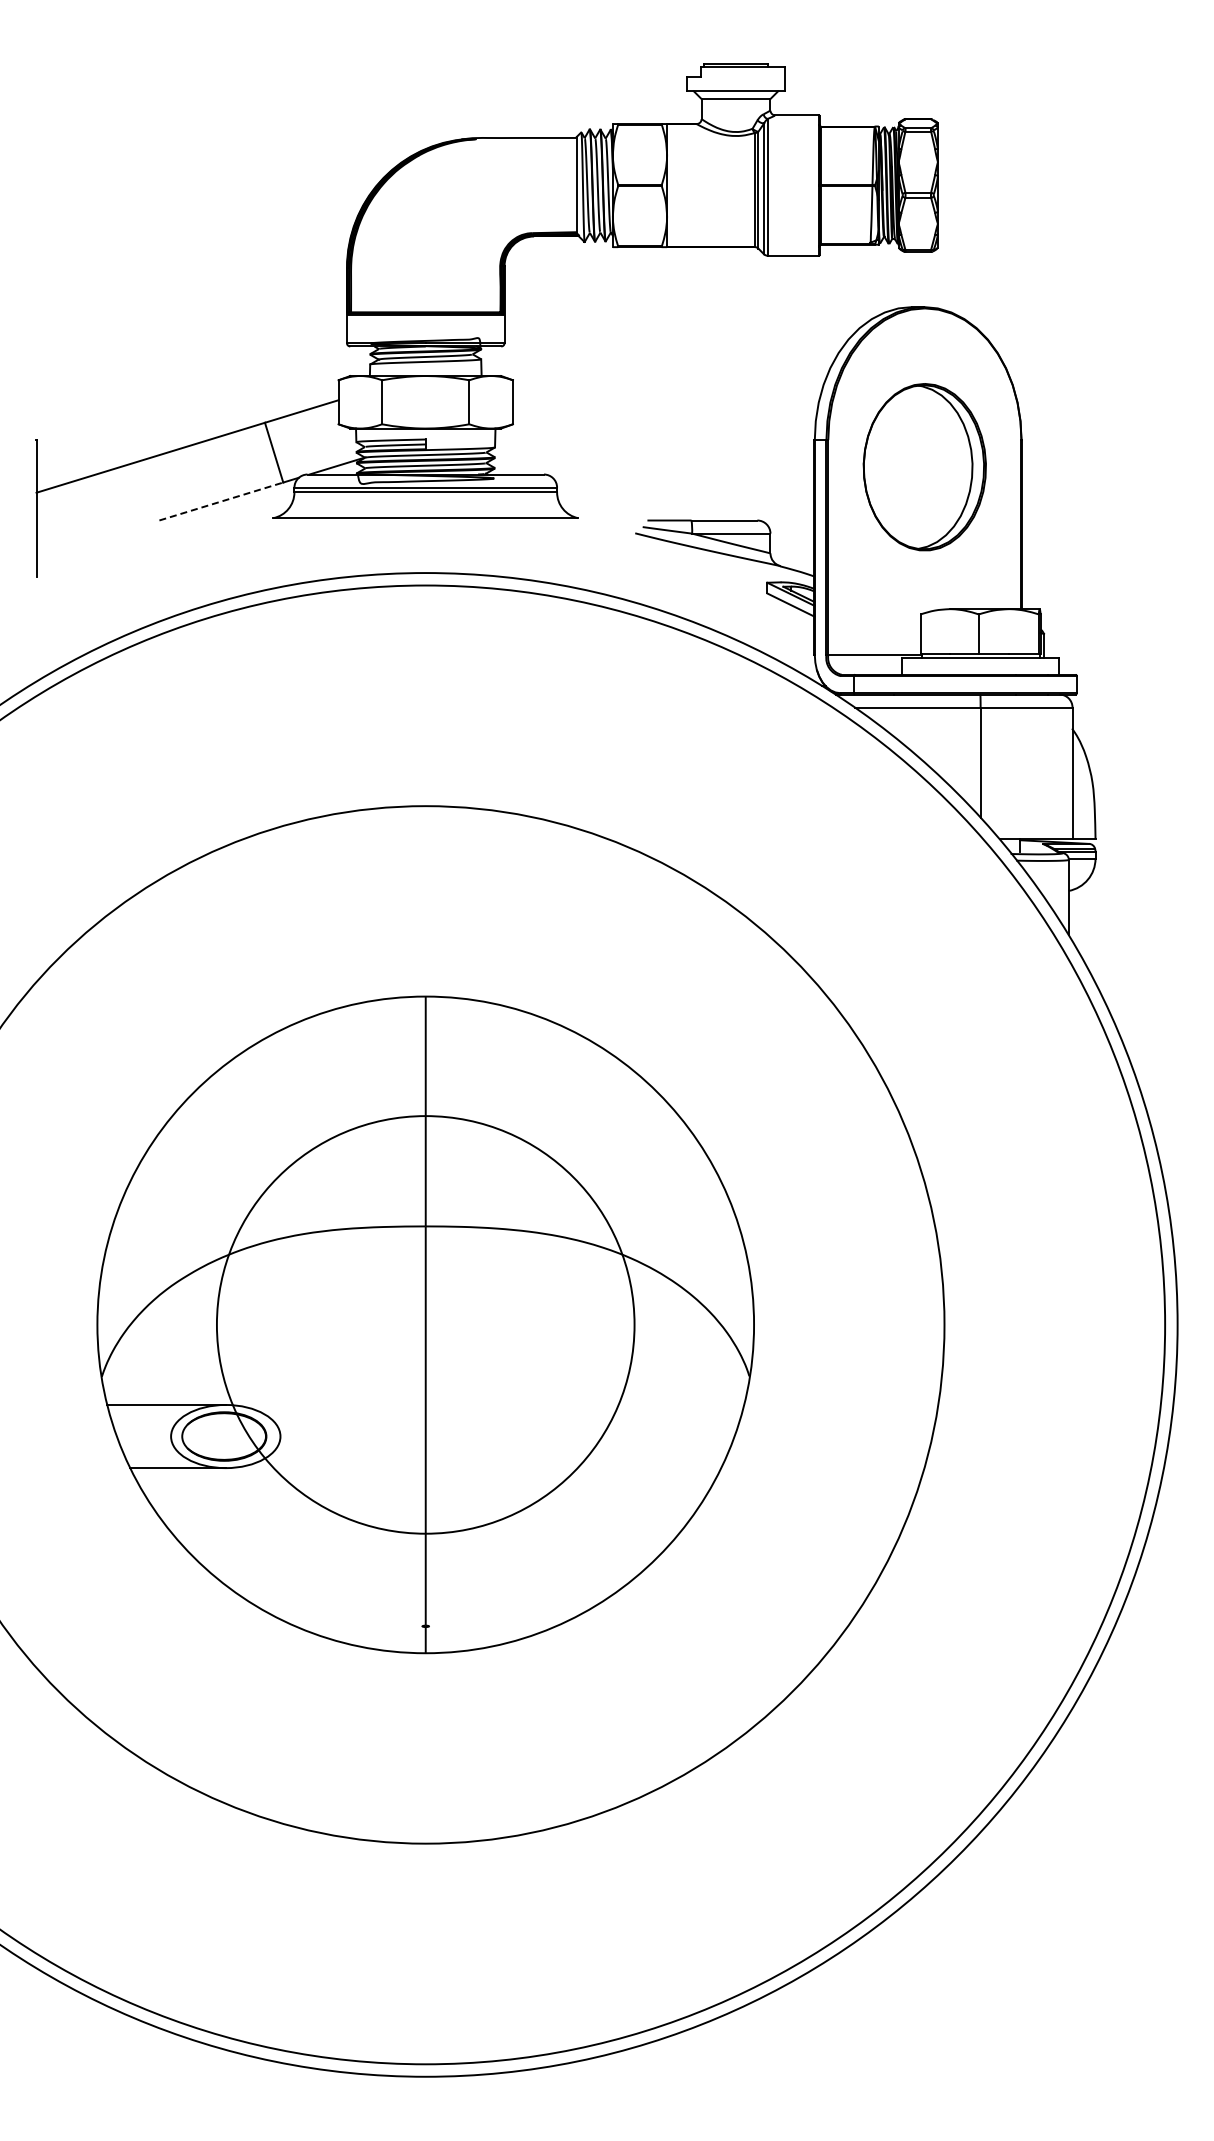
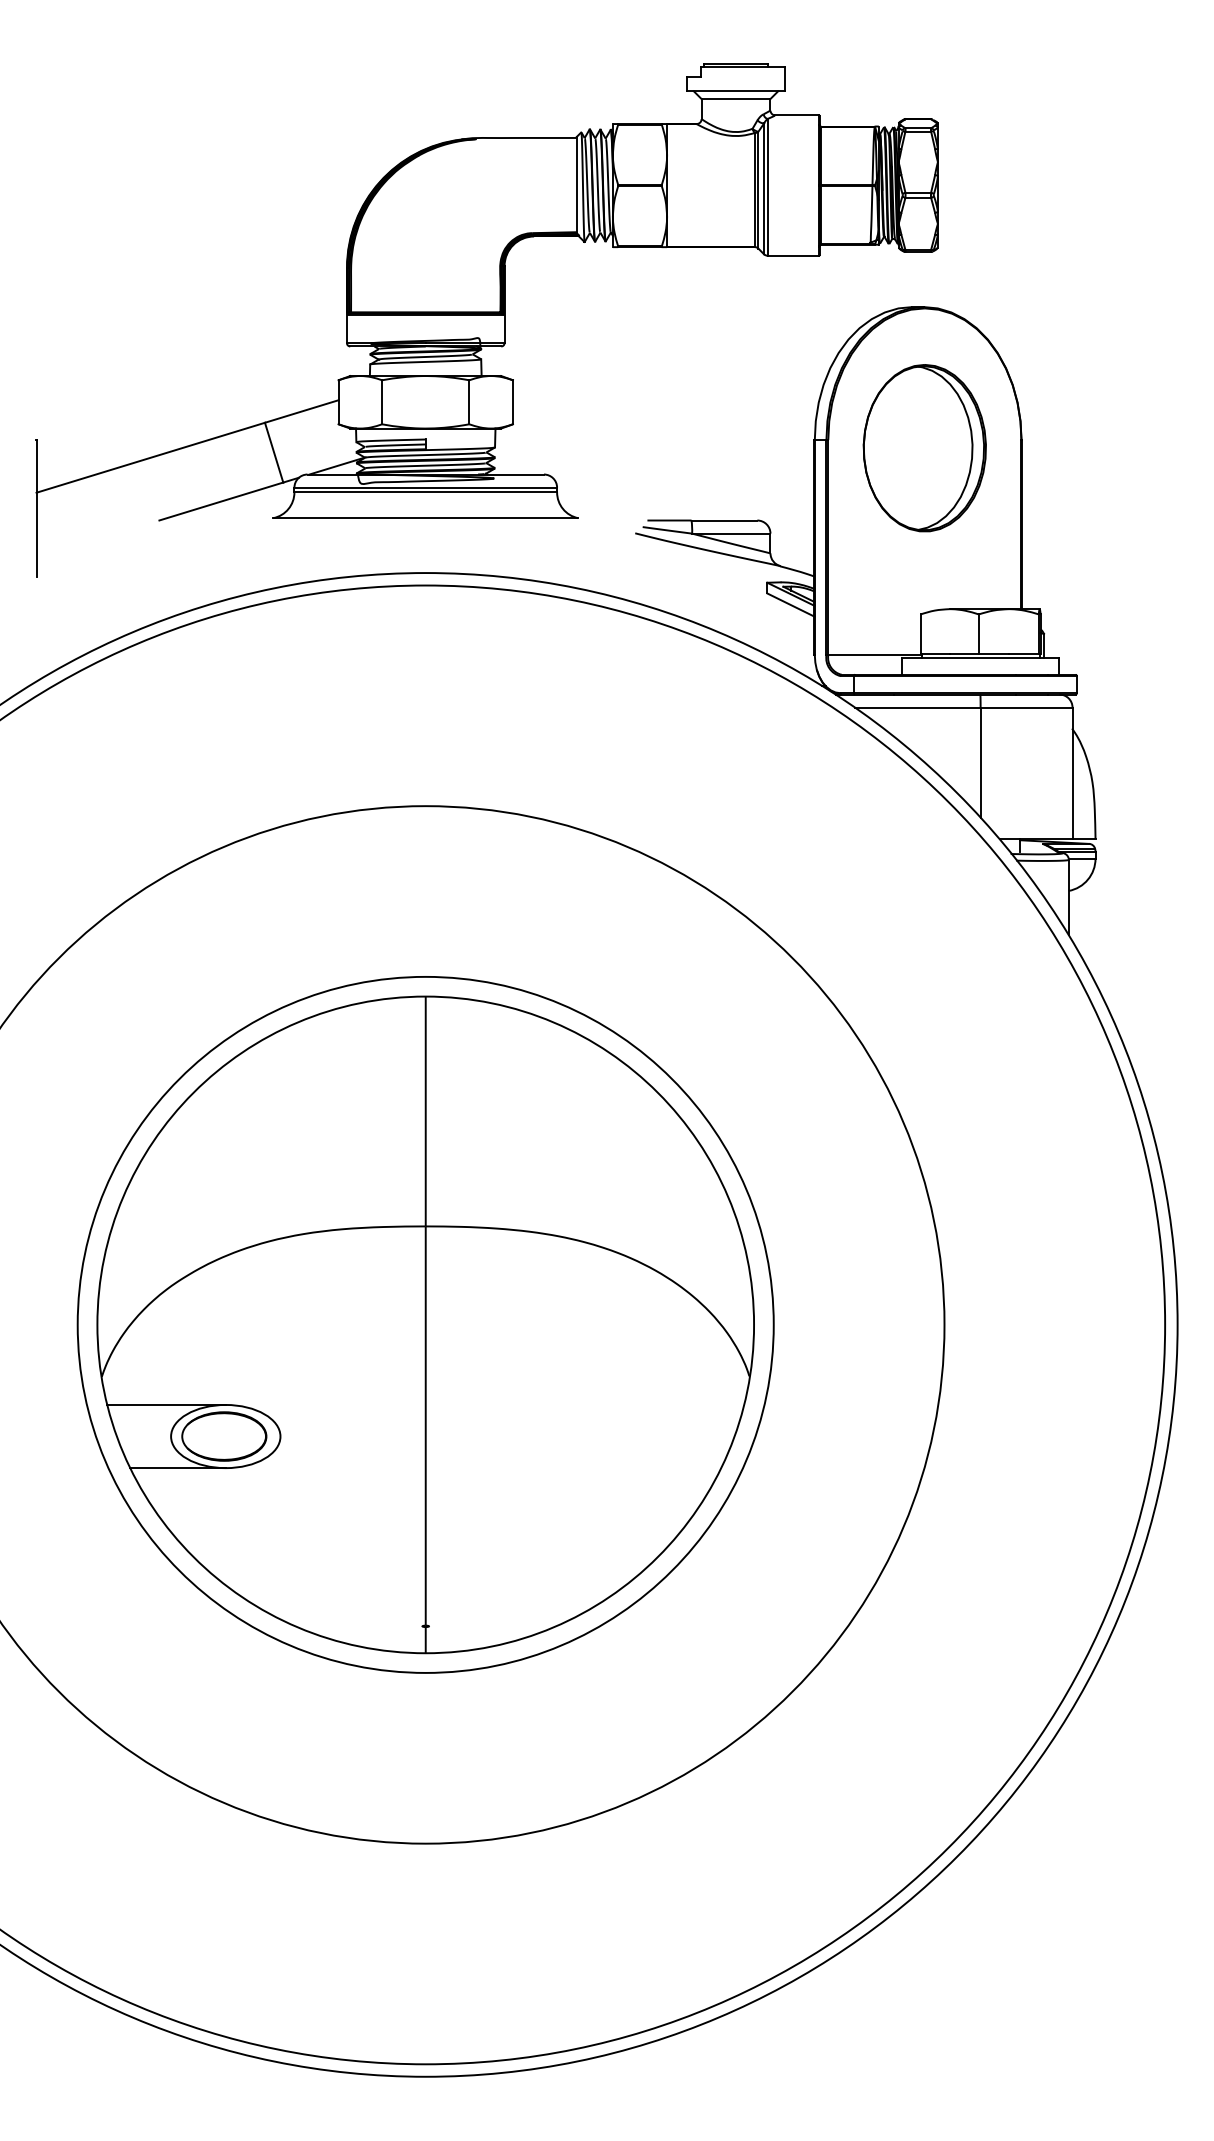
part at (924, 467) position: (924, 467) -> (924, 448)
line at (221, 501): dashed -> solid
circle at (425, 1324) diameter: 418 px -> 696 px
